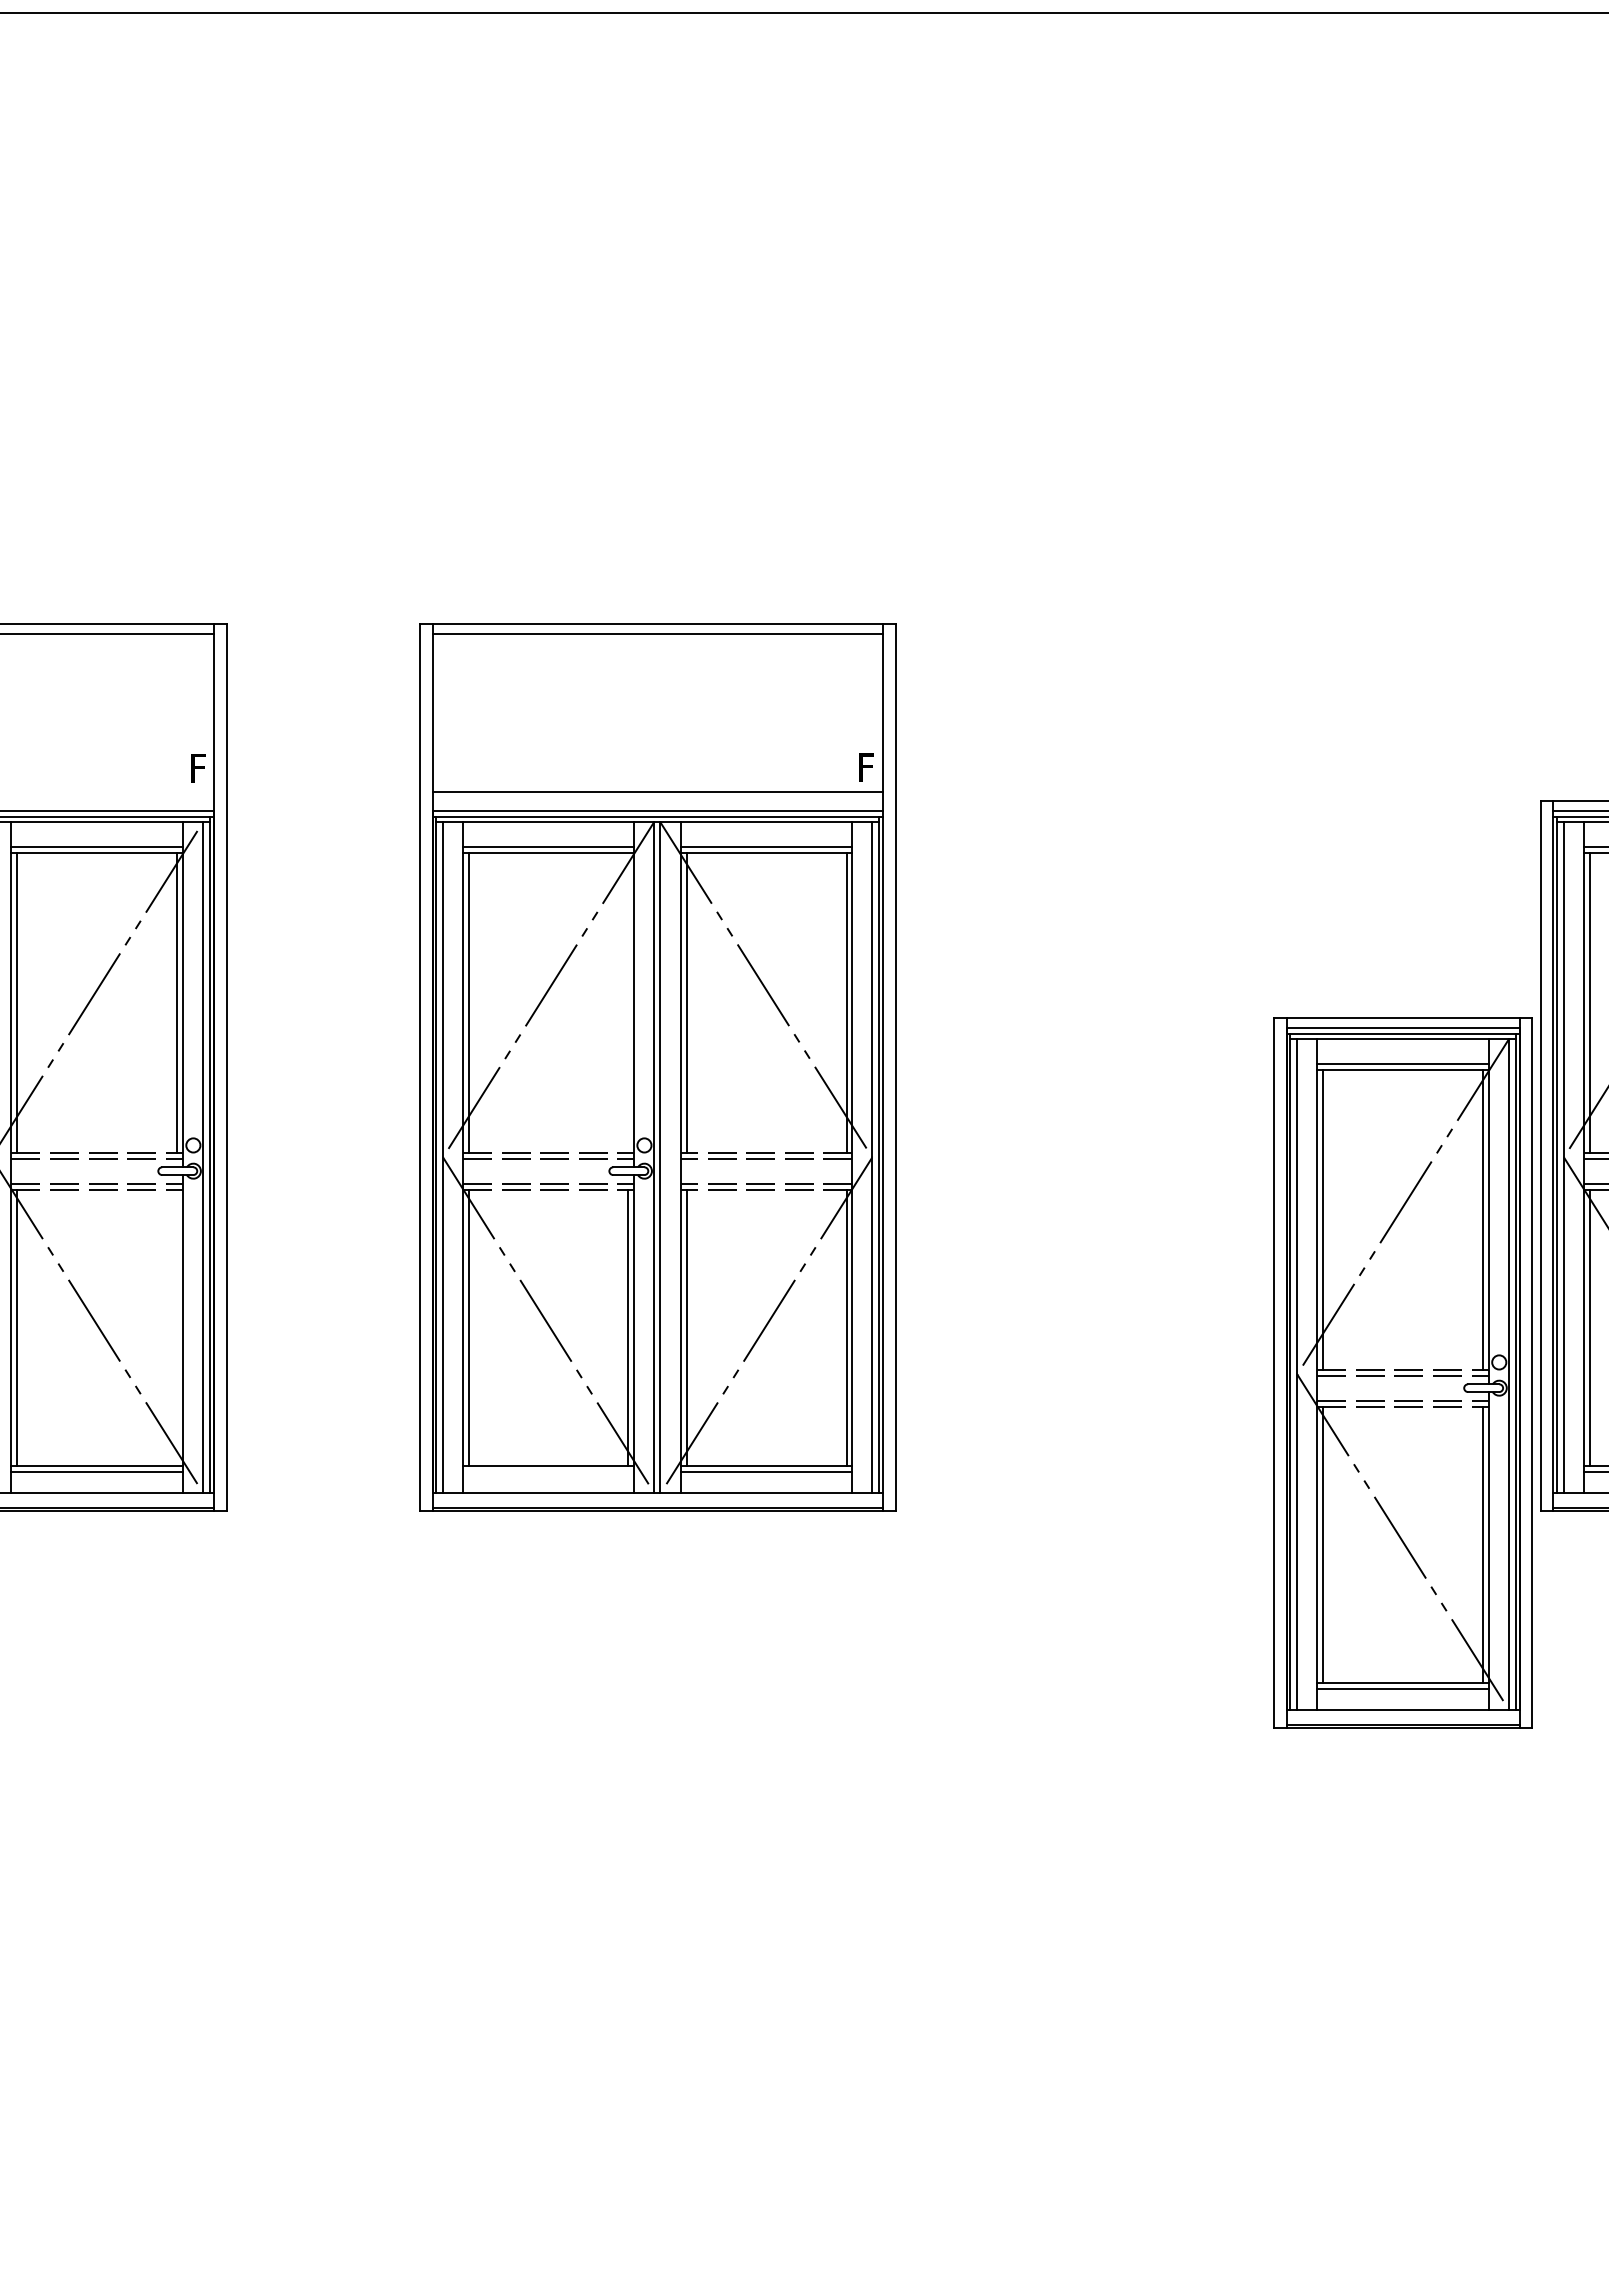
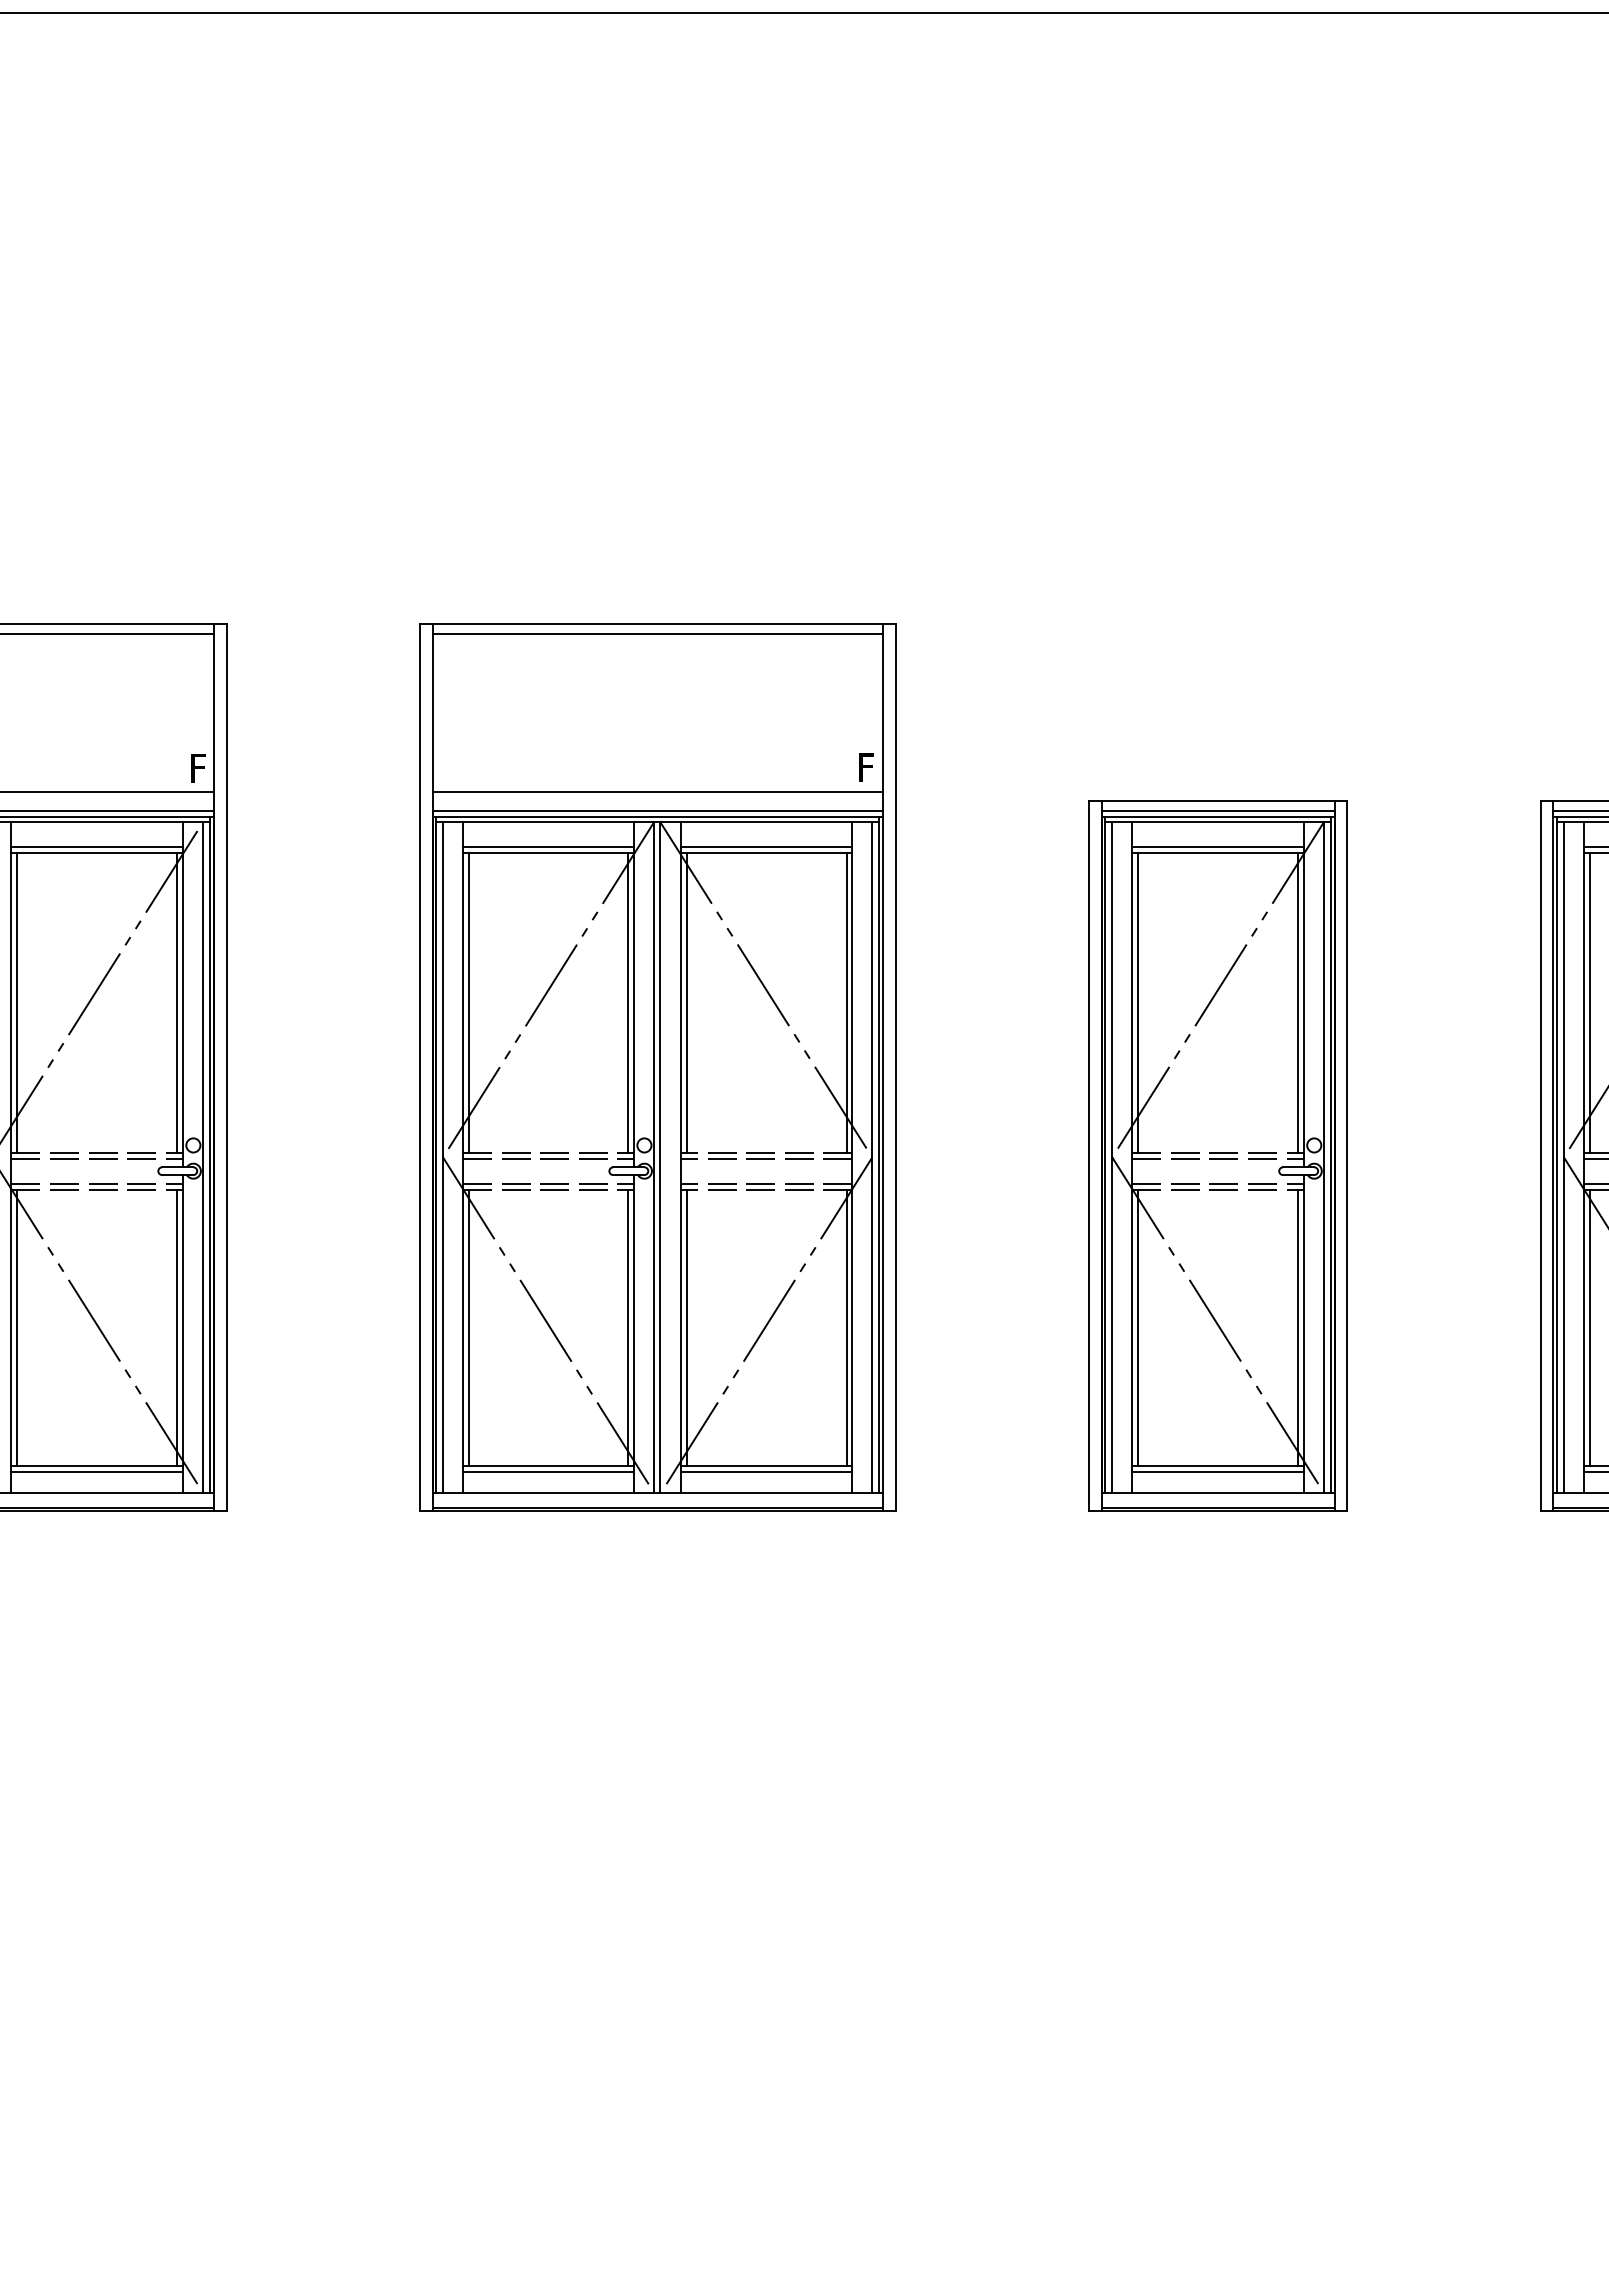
line at (107, 791): none -> present
line at (628, 1002): none -> present
line at (177, 1327): none -> present
part at (1402, 1372) position: (1402, 1372) -> (1217, 1155)
line at (548, 1472): none -> present
